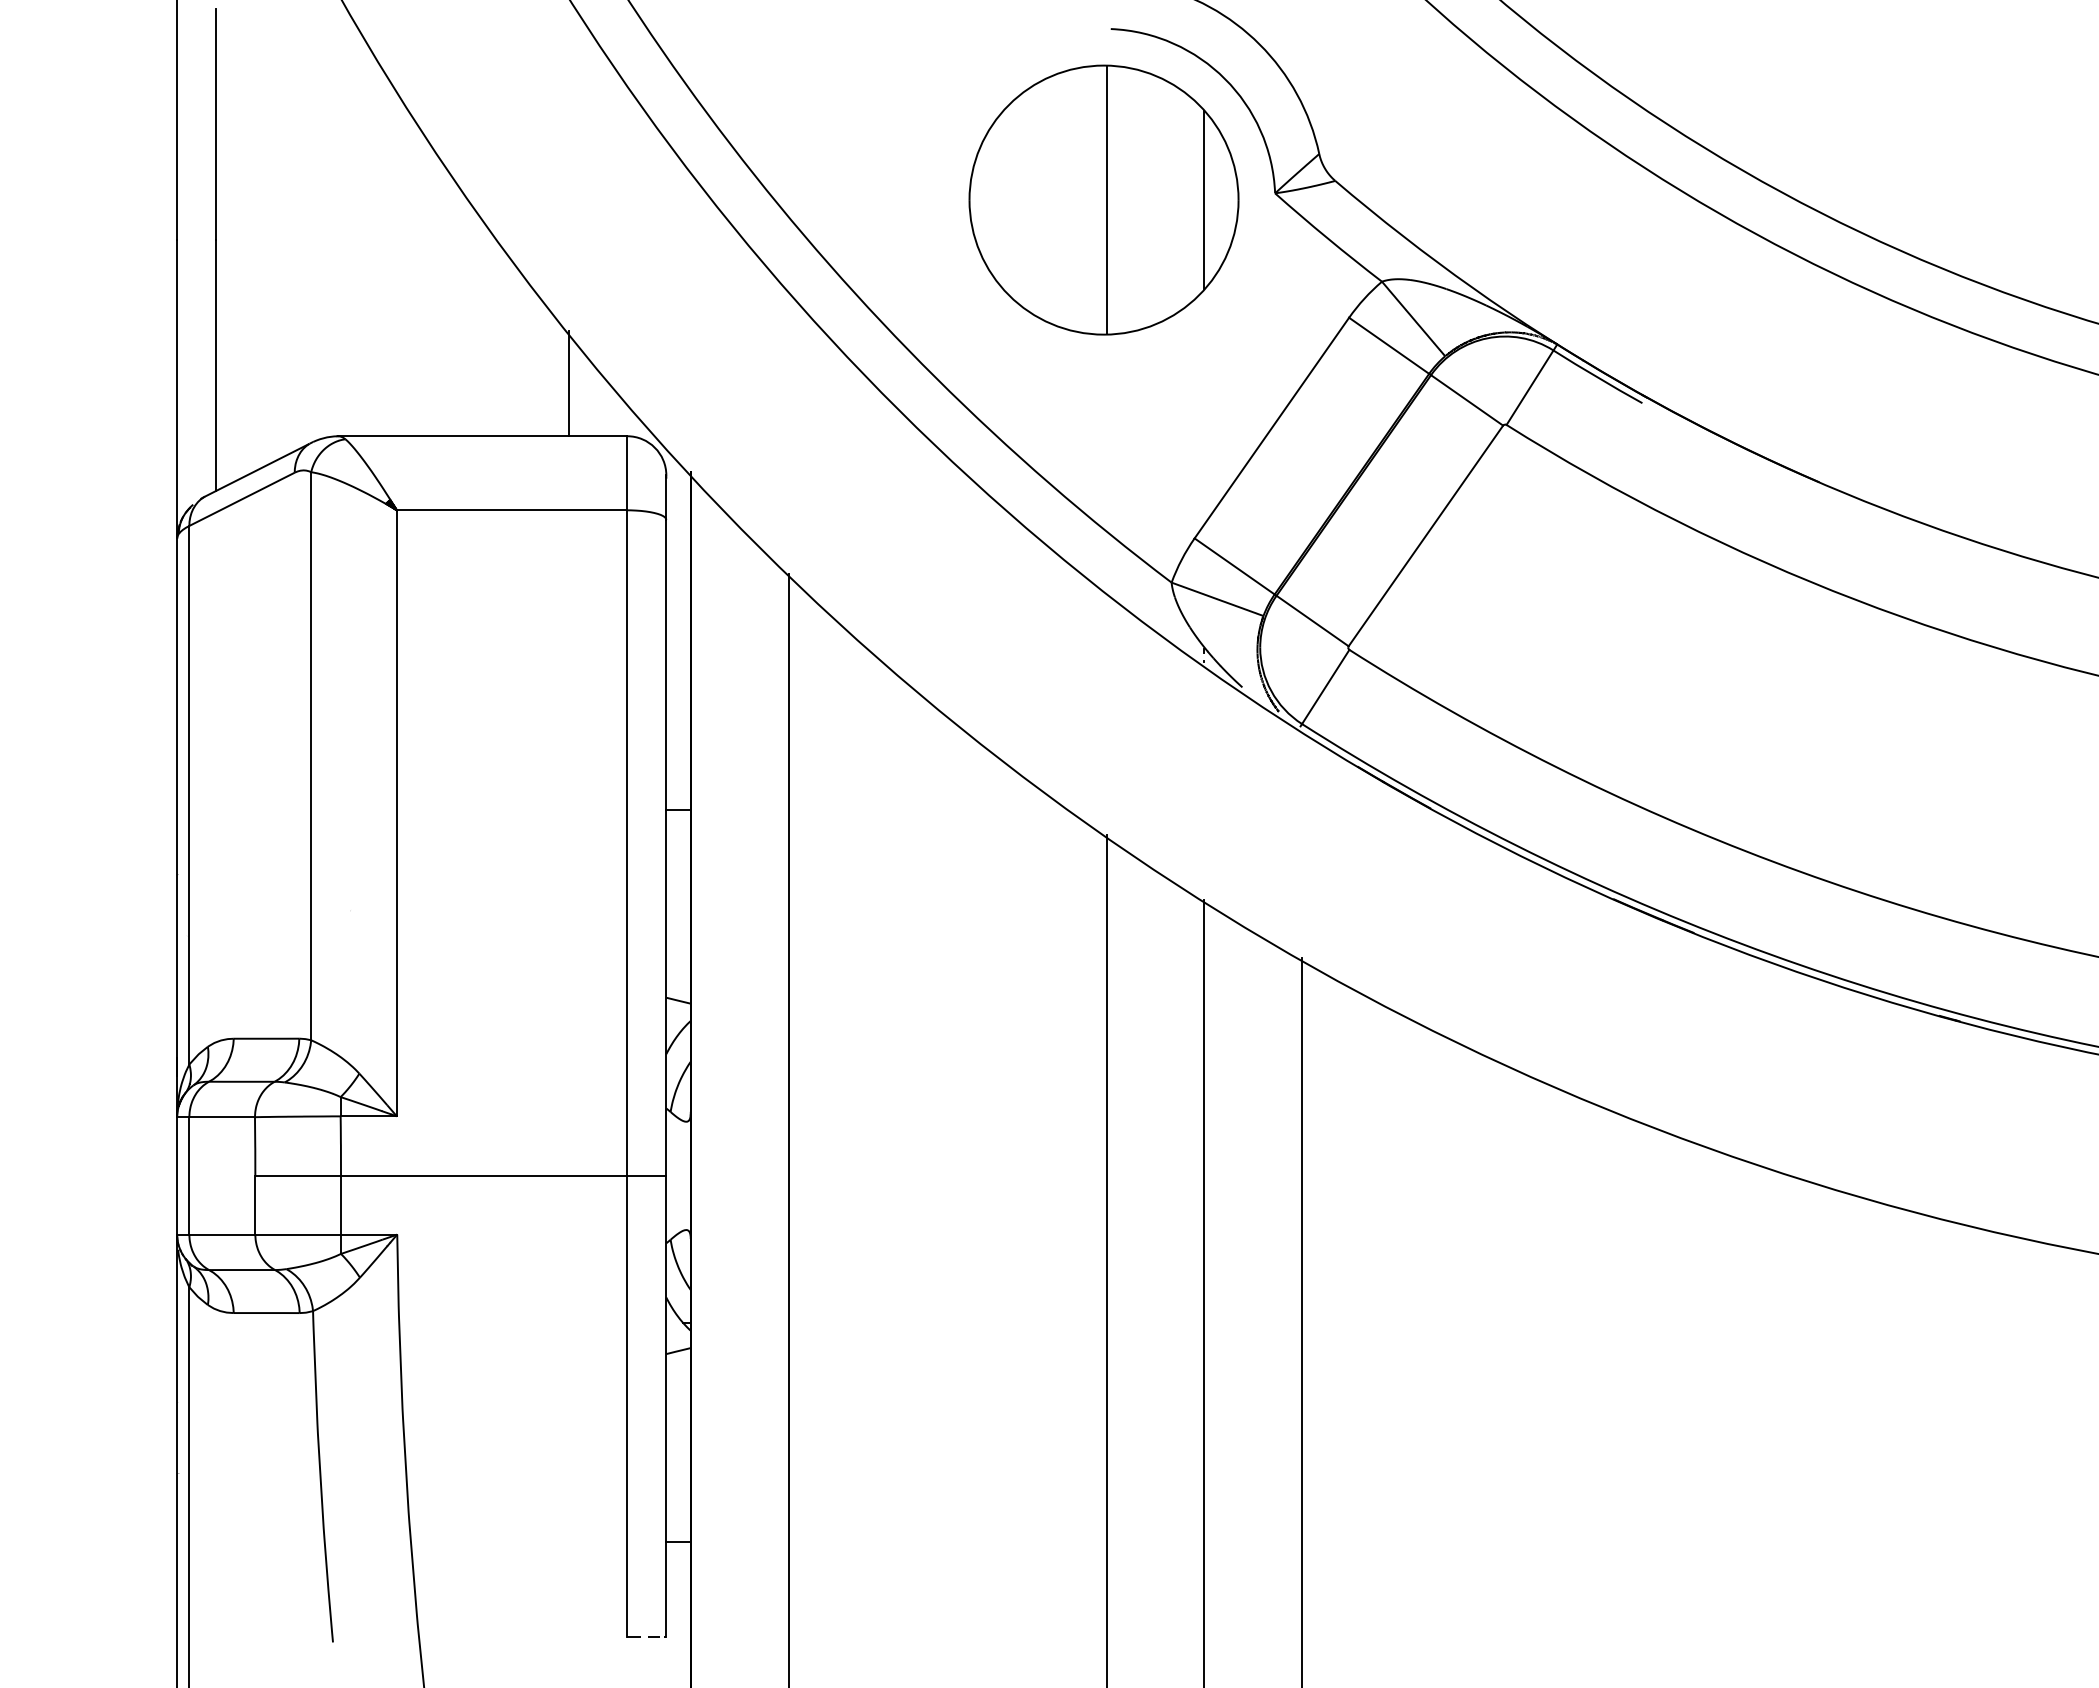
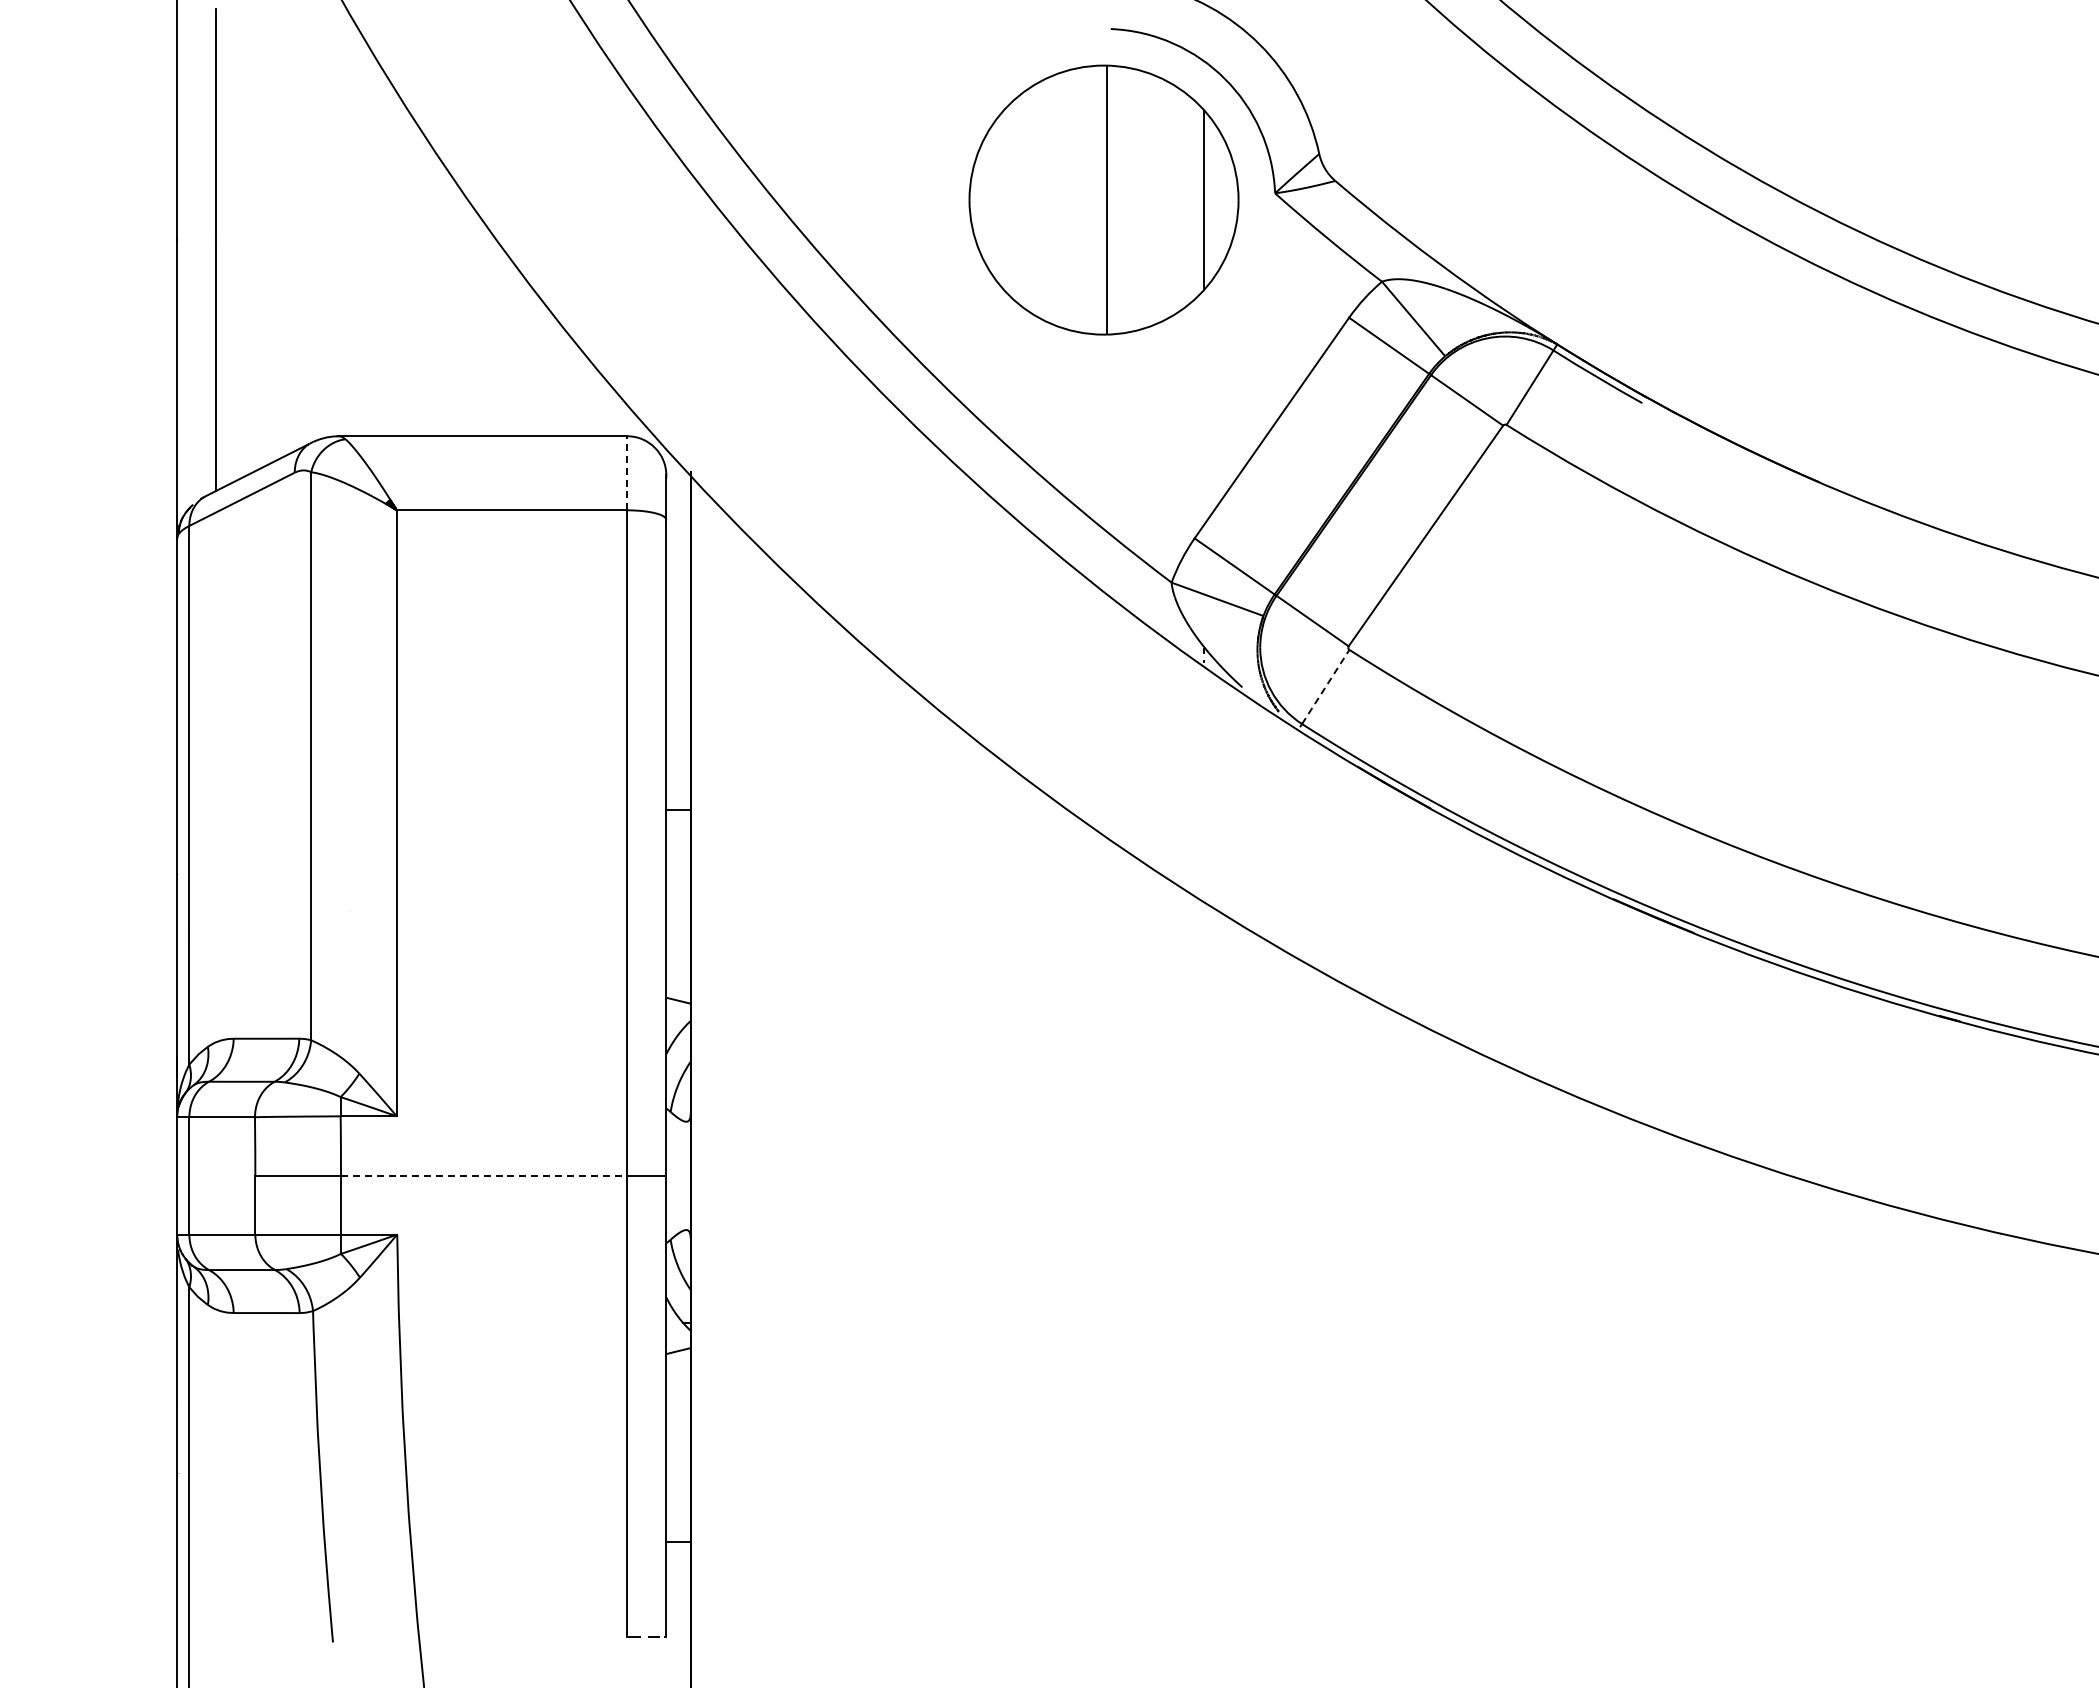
line at (568, 383): present -> none
line at (627, 472): solid -> dashed
line at (1325, 686): solid -> dashed
line at (788, 1129): present -> none
line at (484, 1175): solid -> dashed
line at (1106, 1259): present -> none
line at (1204, 1291): present -> none
line at (1302, 1321): present -> none
